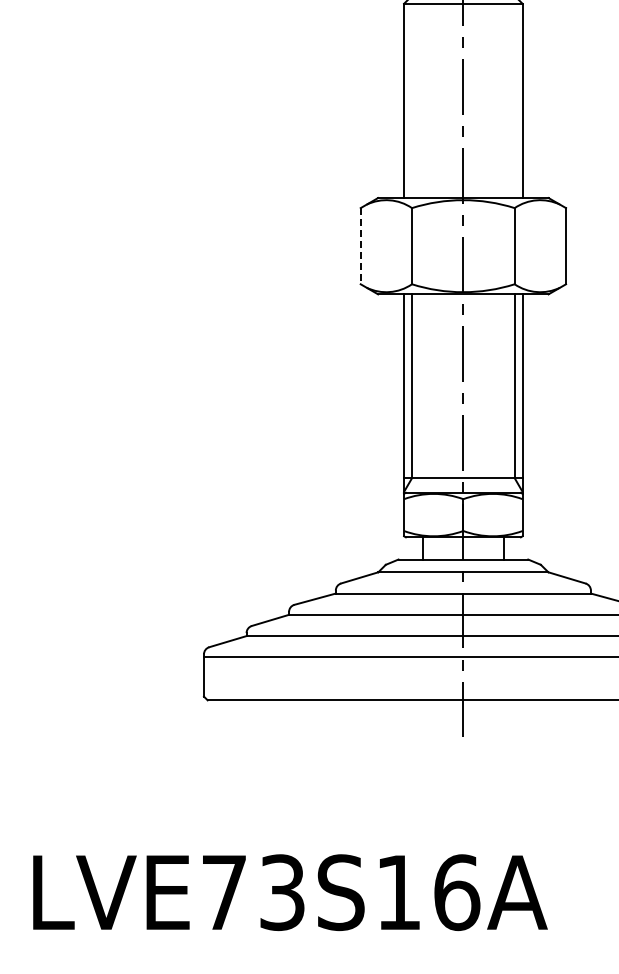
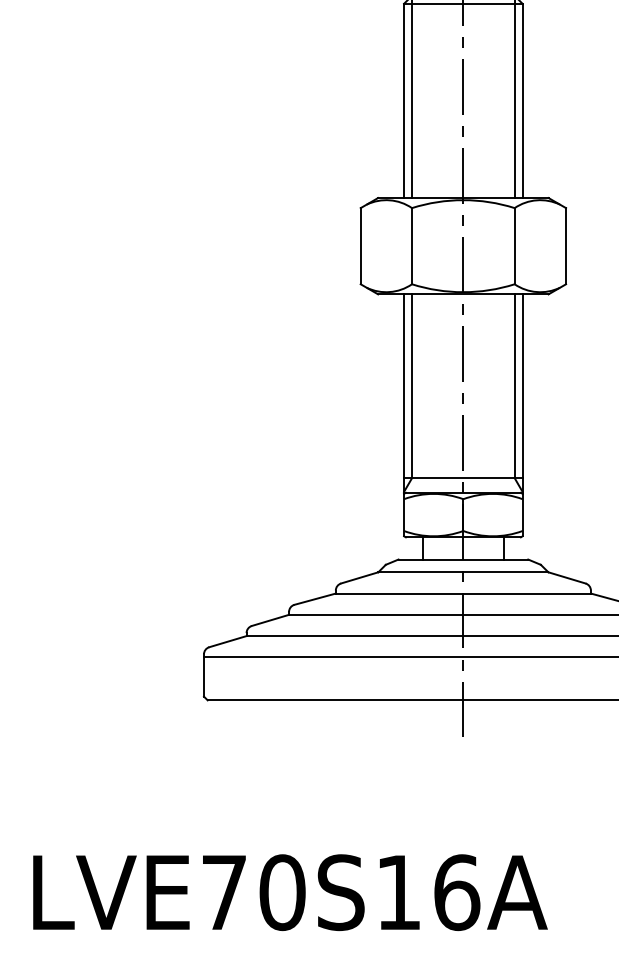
line at (412, 100): none -> present
line at (514, 100): none -> present
line at (360, 246): dashed -> solid
text at (282, 892): LVE73S16A -> LVE70S16A
